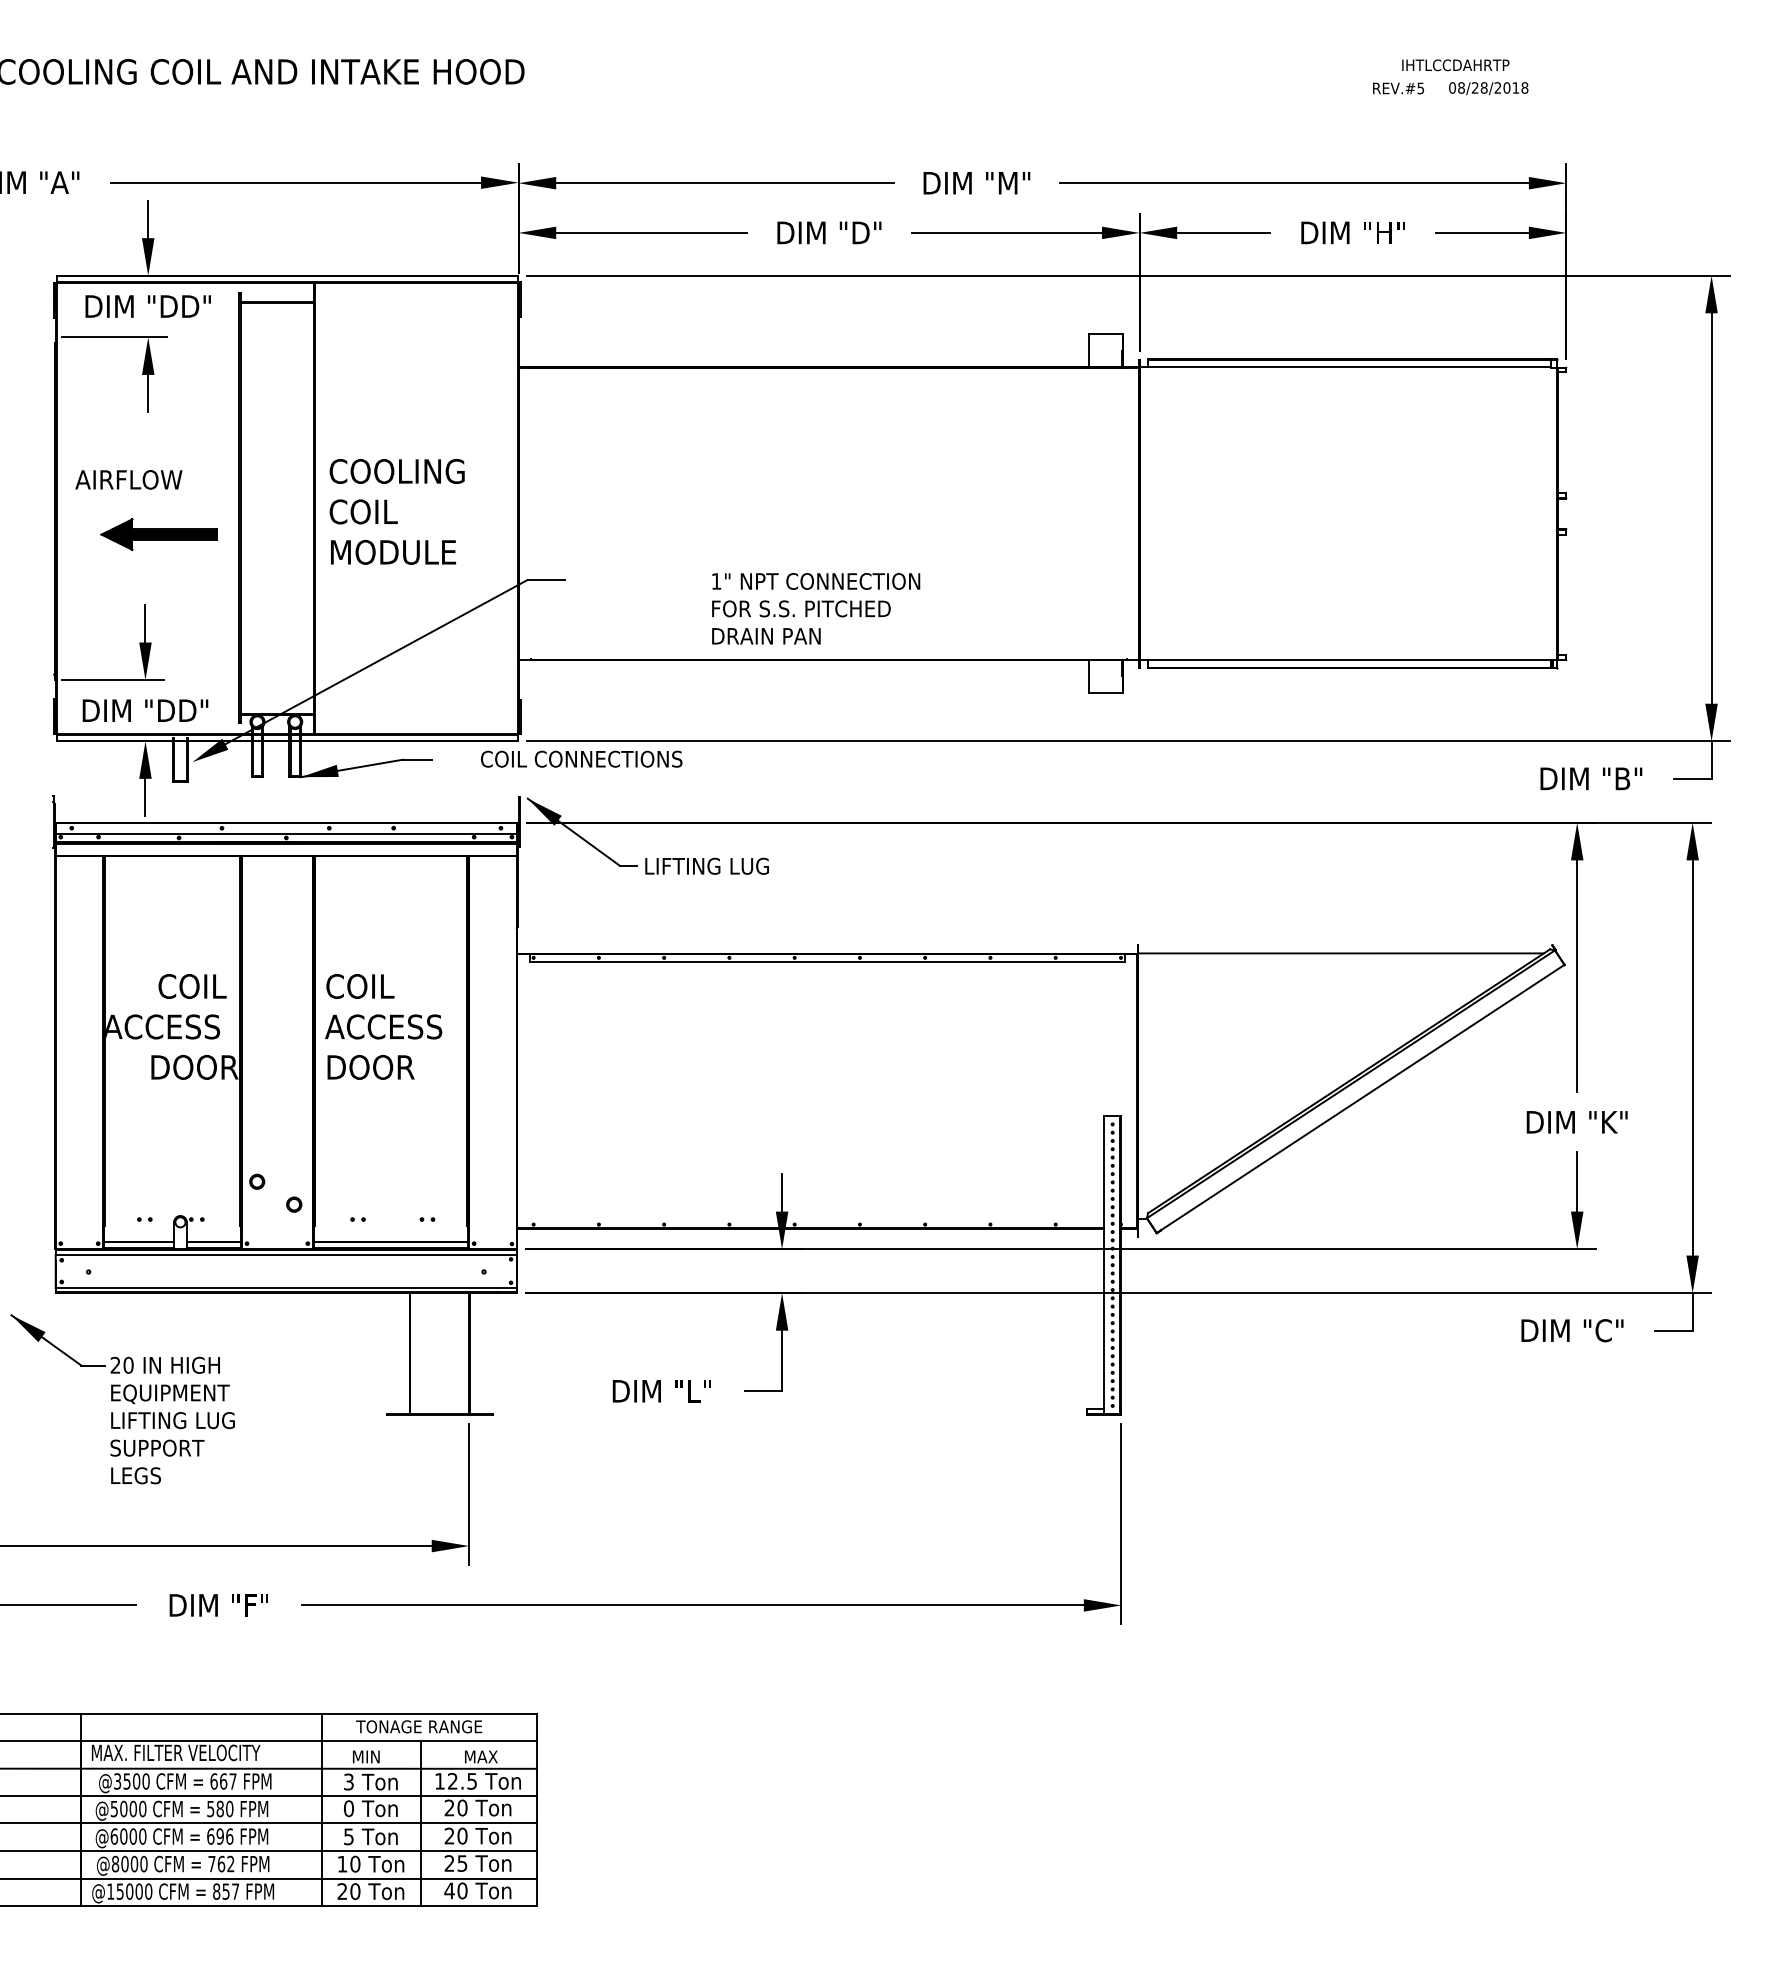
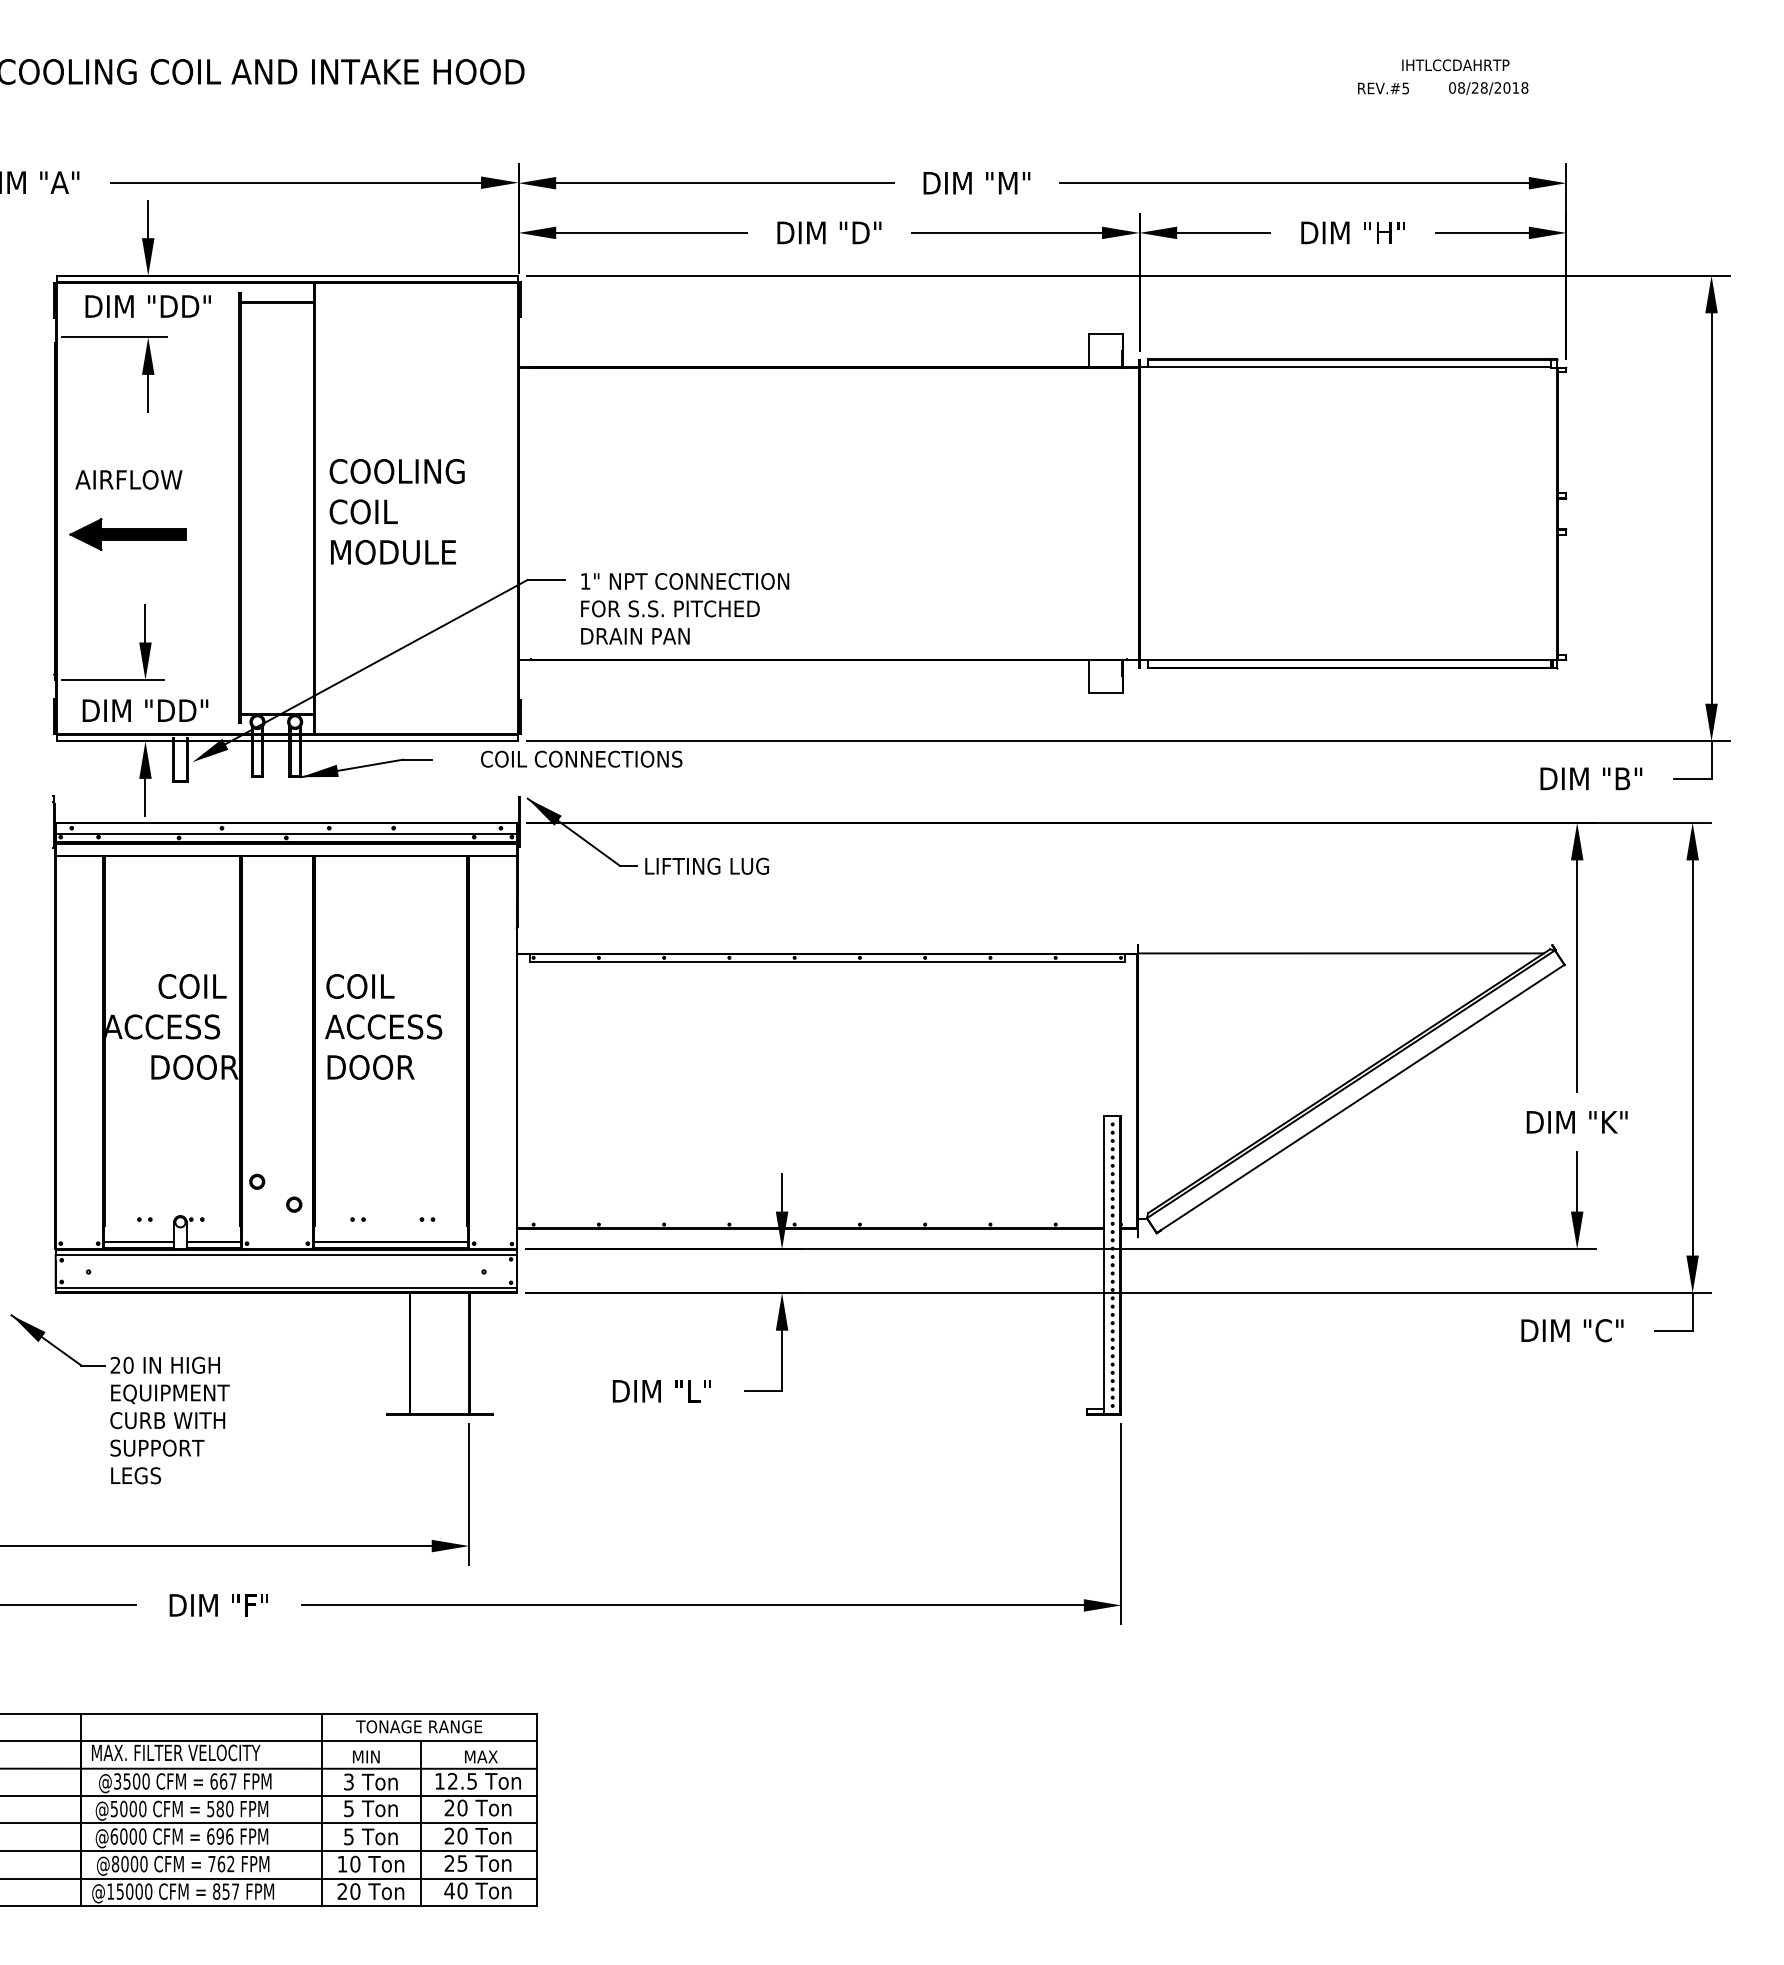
text at (1398, 88) position: (1398, 88) -> (1383, 88)
part at (158, 534) position: (158, 534) -> (127, 534)
text at (816, 608) position: (816, 608) -> (685, 608)
text at (172, 1420): LIFTING LUG -> CURB WITH
text at (348, 1808): 0 -> 5
